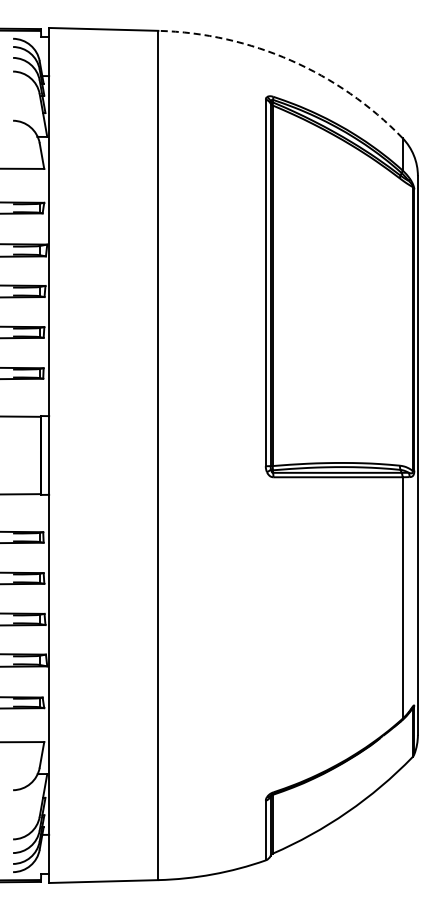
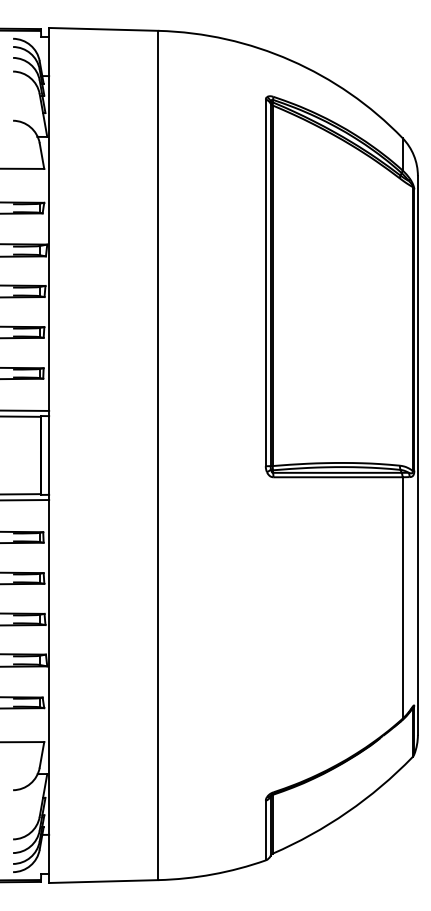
arc at (290, 60): dashed -> solid
line at (25, 410): none -> present
line at (25, 500): none -> present
